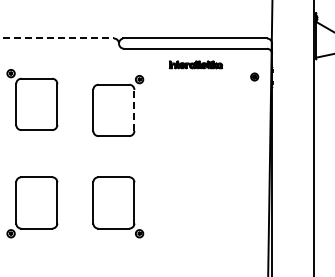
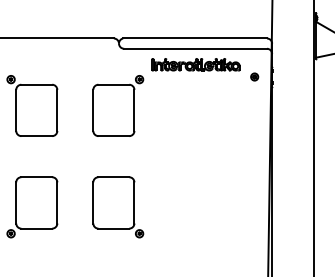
line at (57, 38): dashed -> solid
part at (195, 64) size: 56x10 px -> 90x14 px
part at (32, 99) position: (32, 99) -> (32, 105)
line at (134, 110): dashed -> solid
